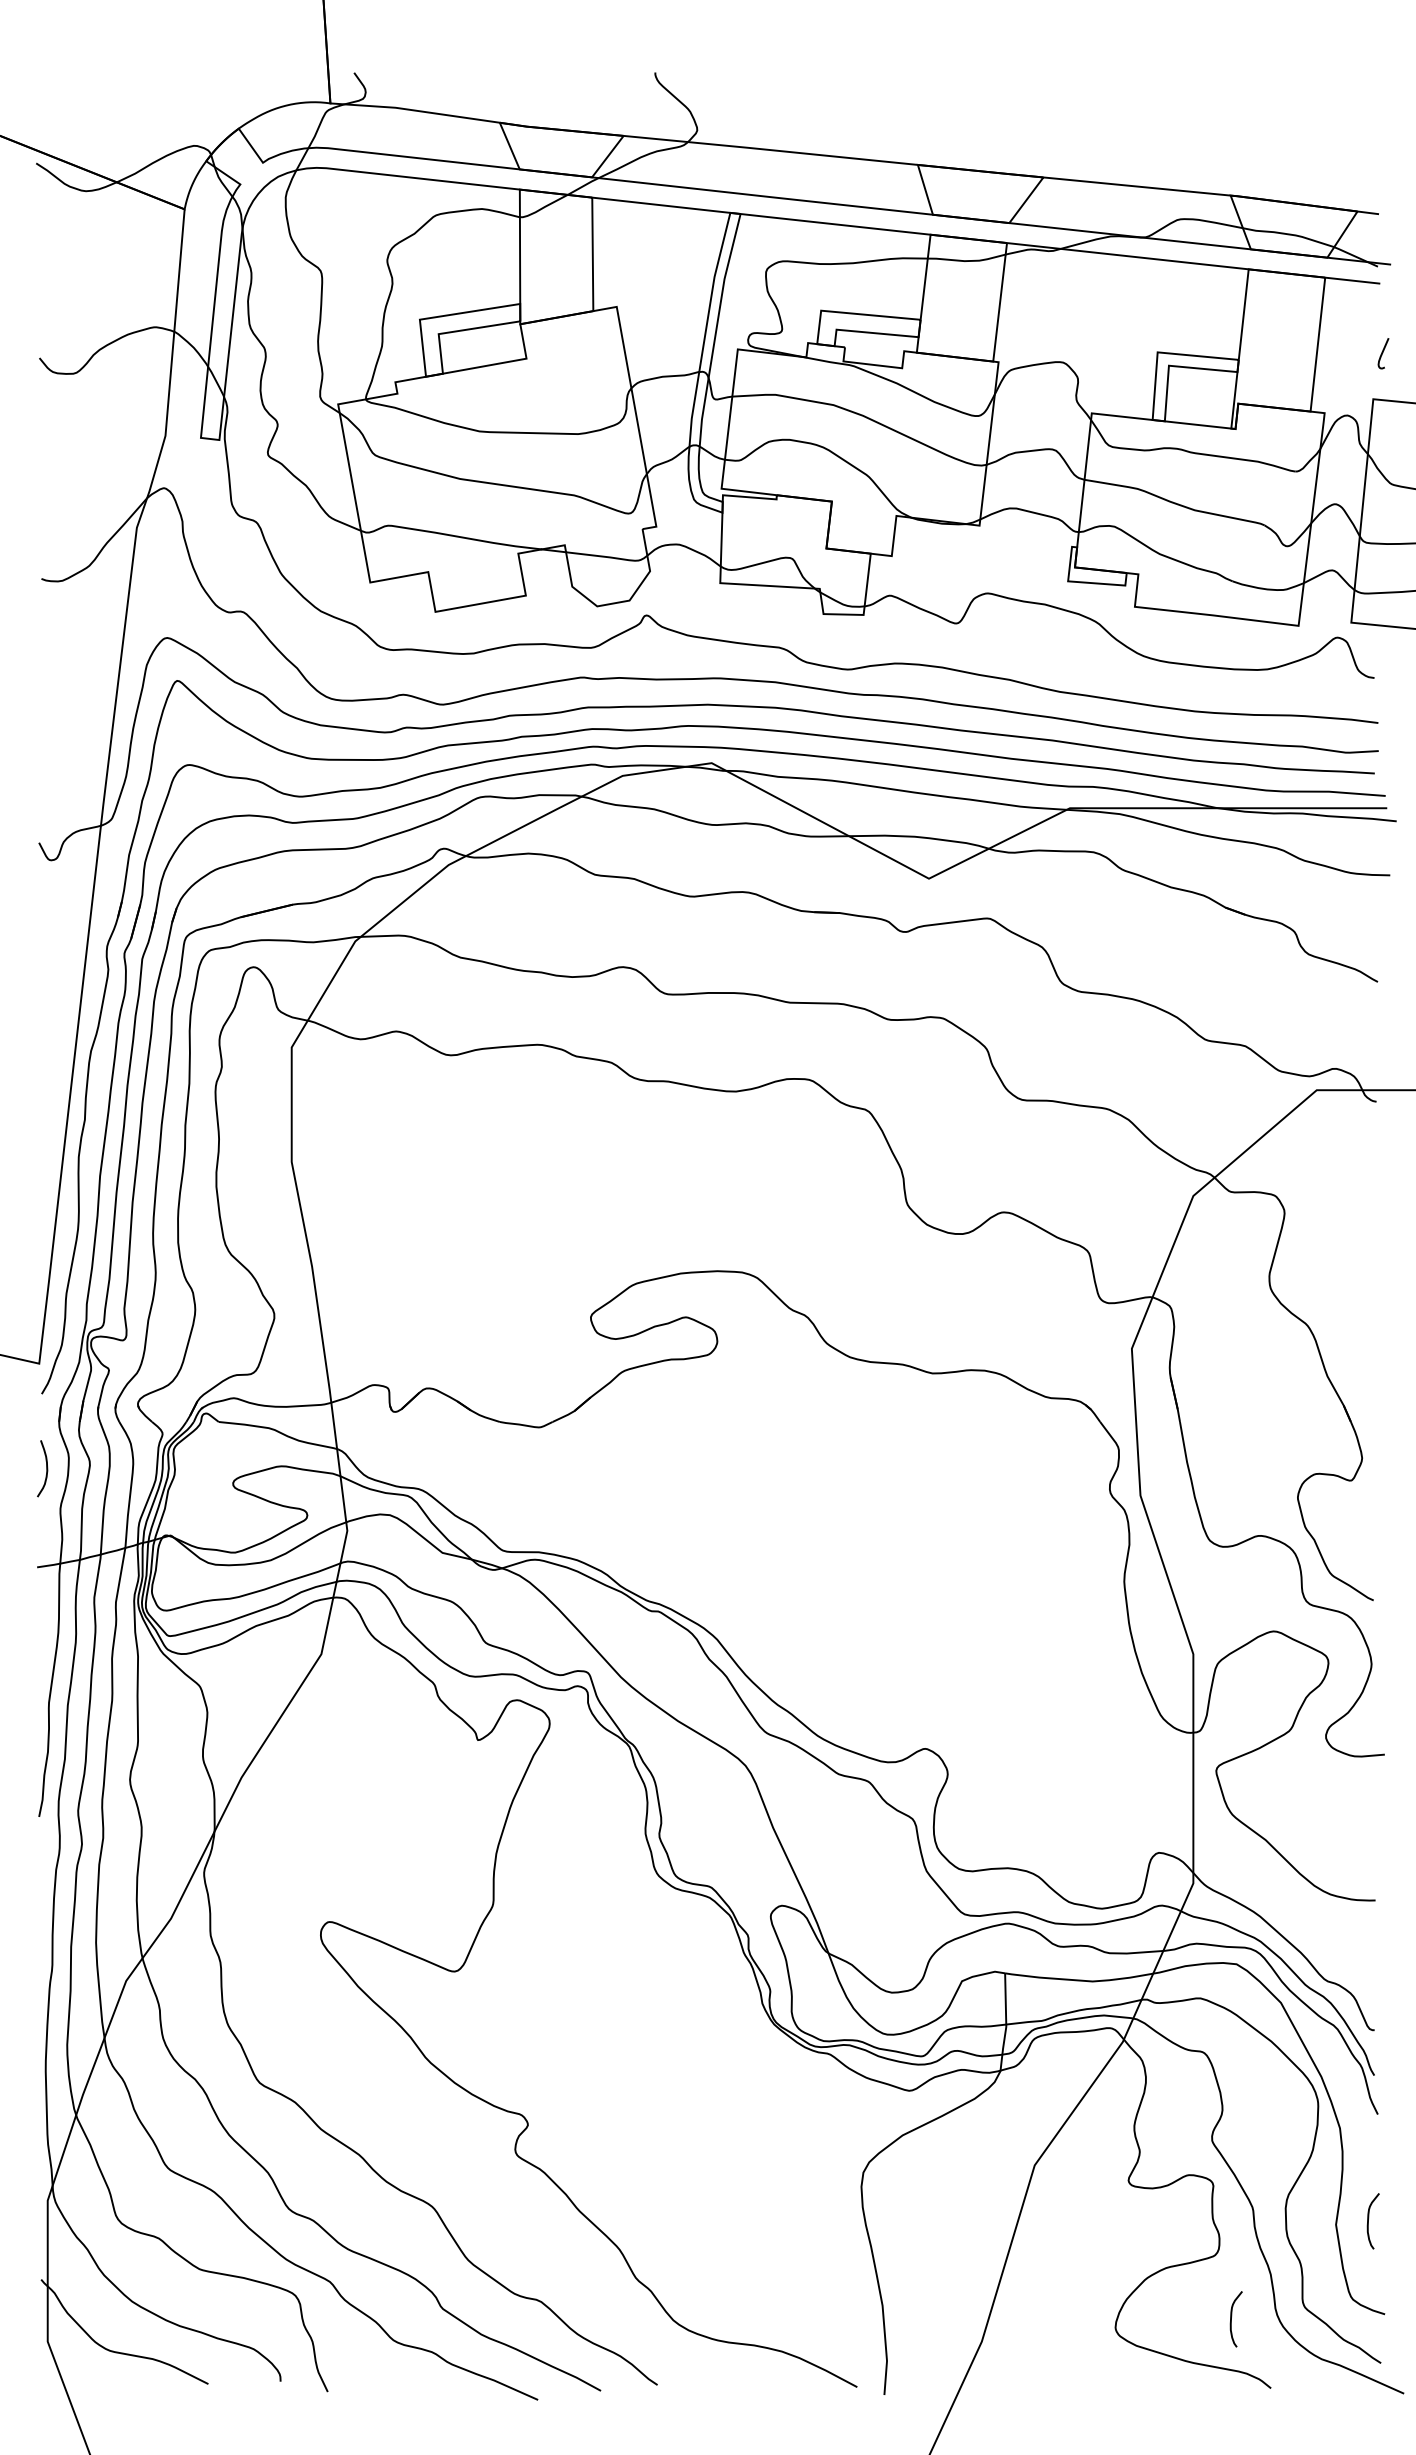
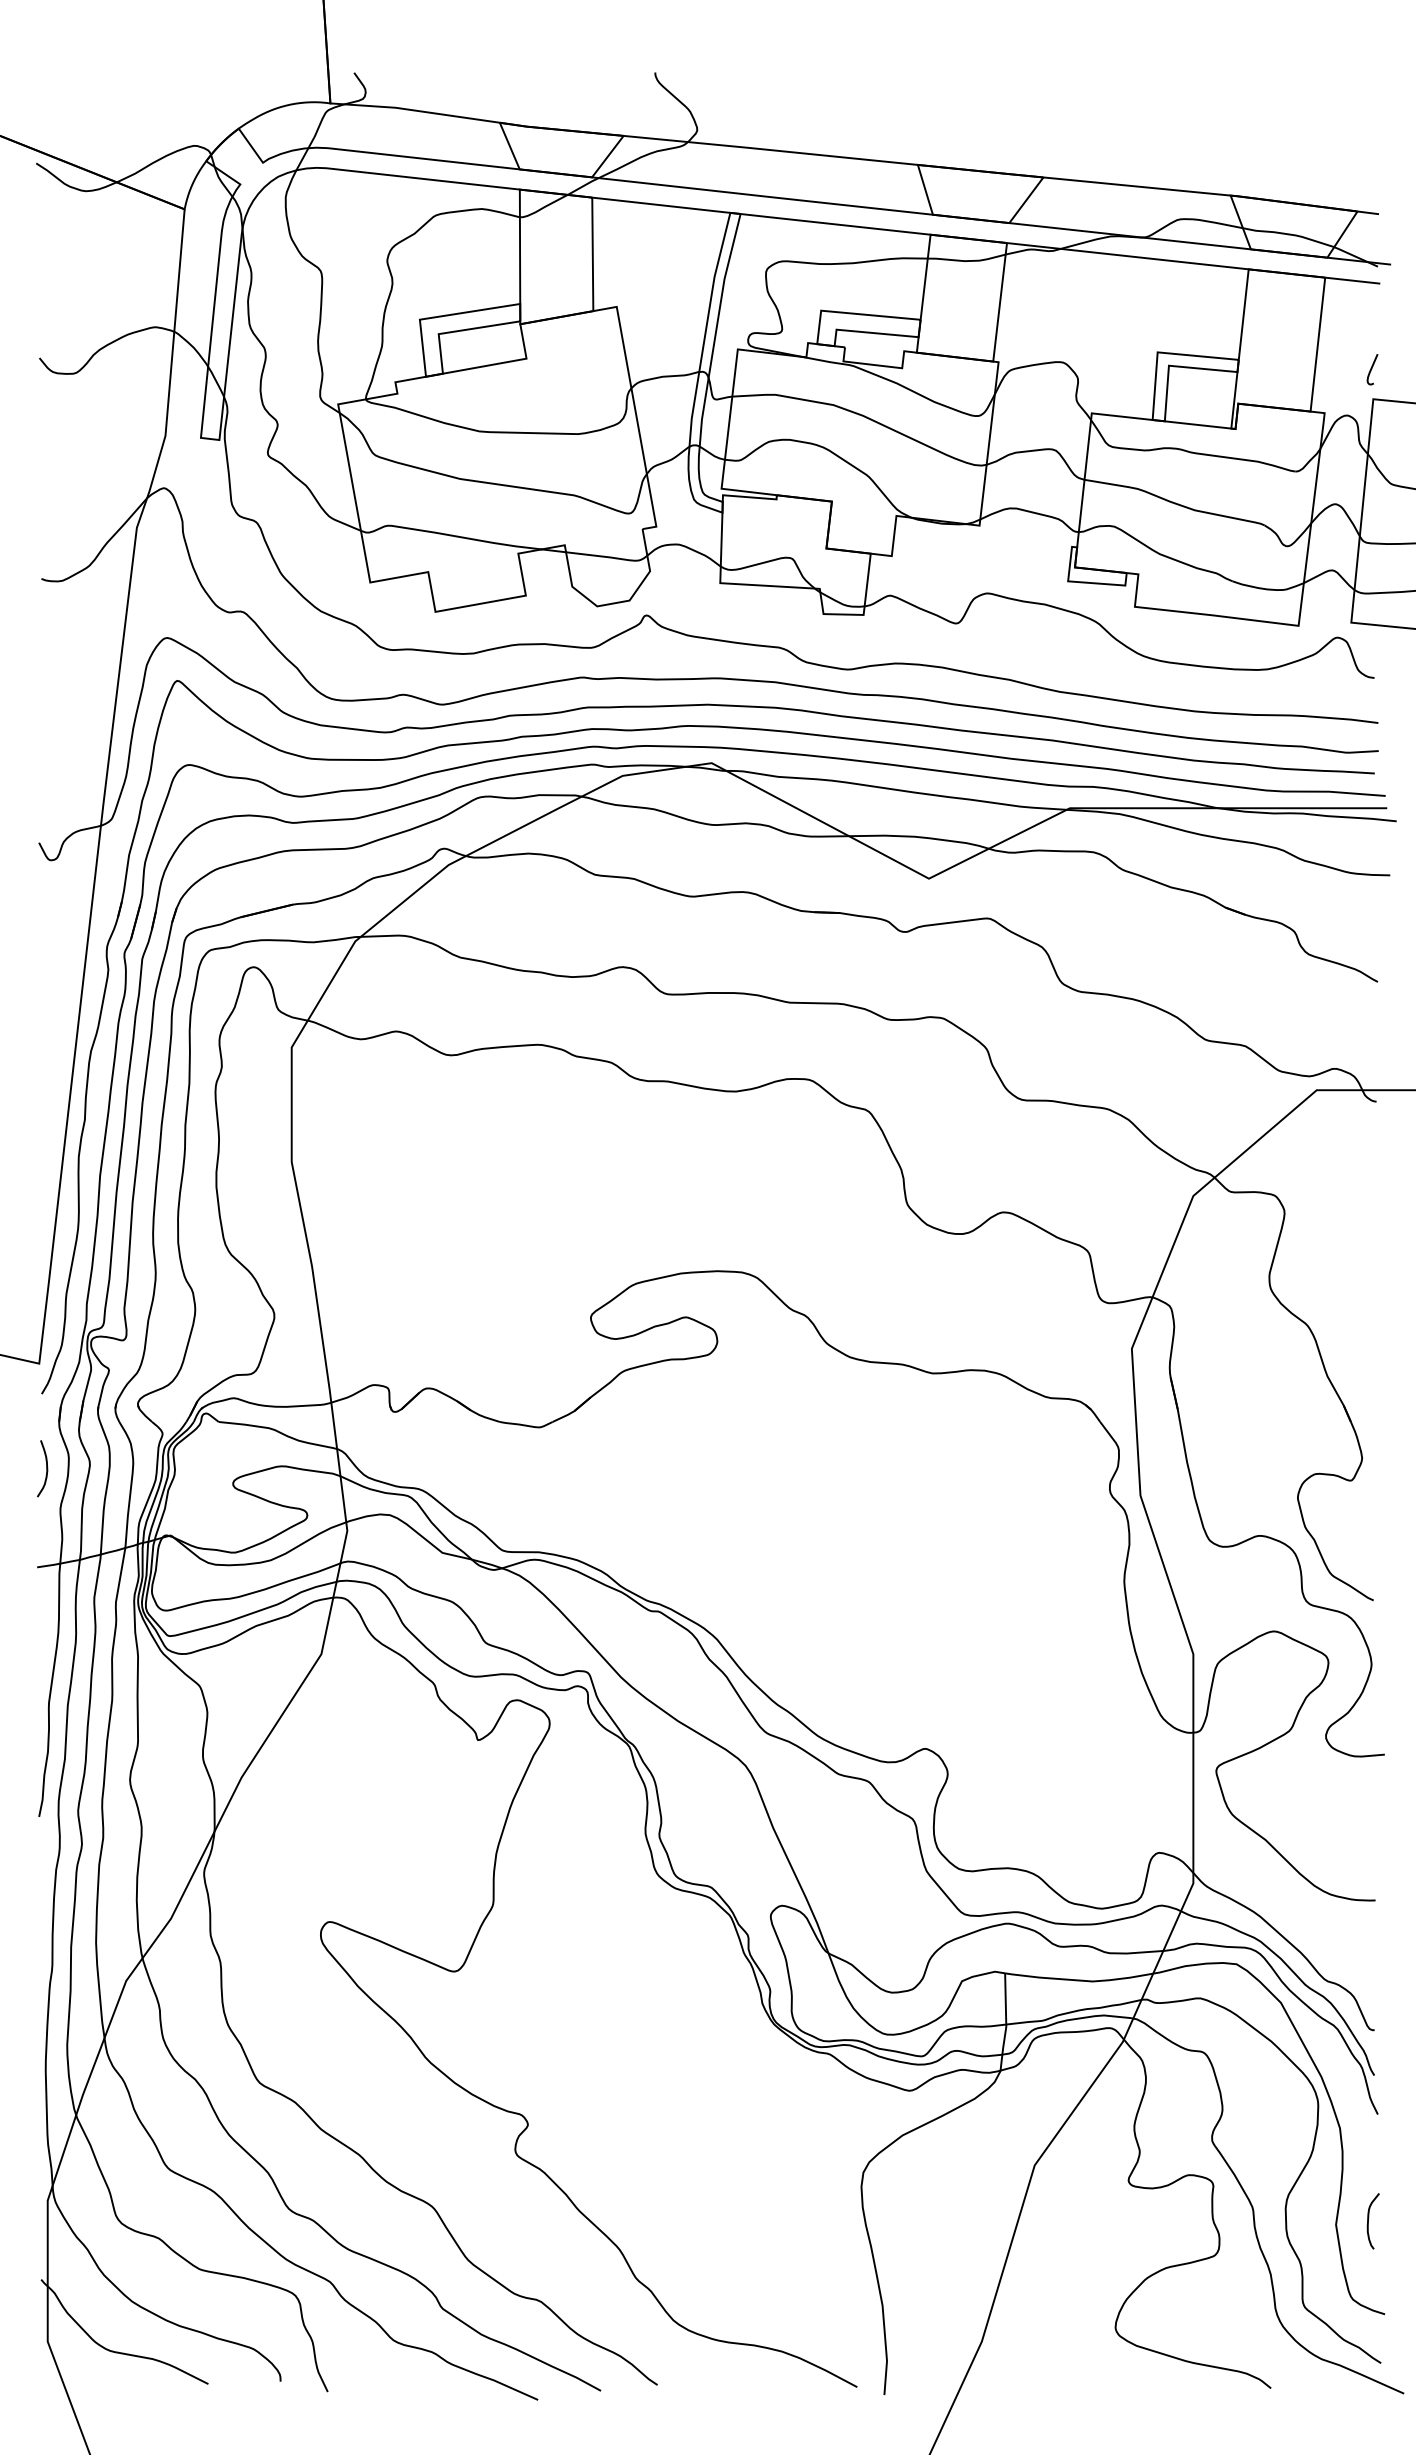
curve at (1383, 353) position: (1383, 353) -> (1372, 369)
curve at (1231, 2319): present -> none
